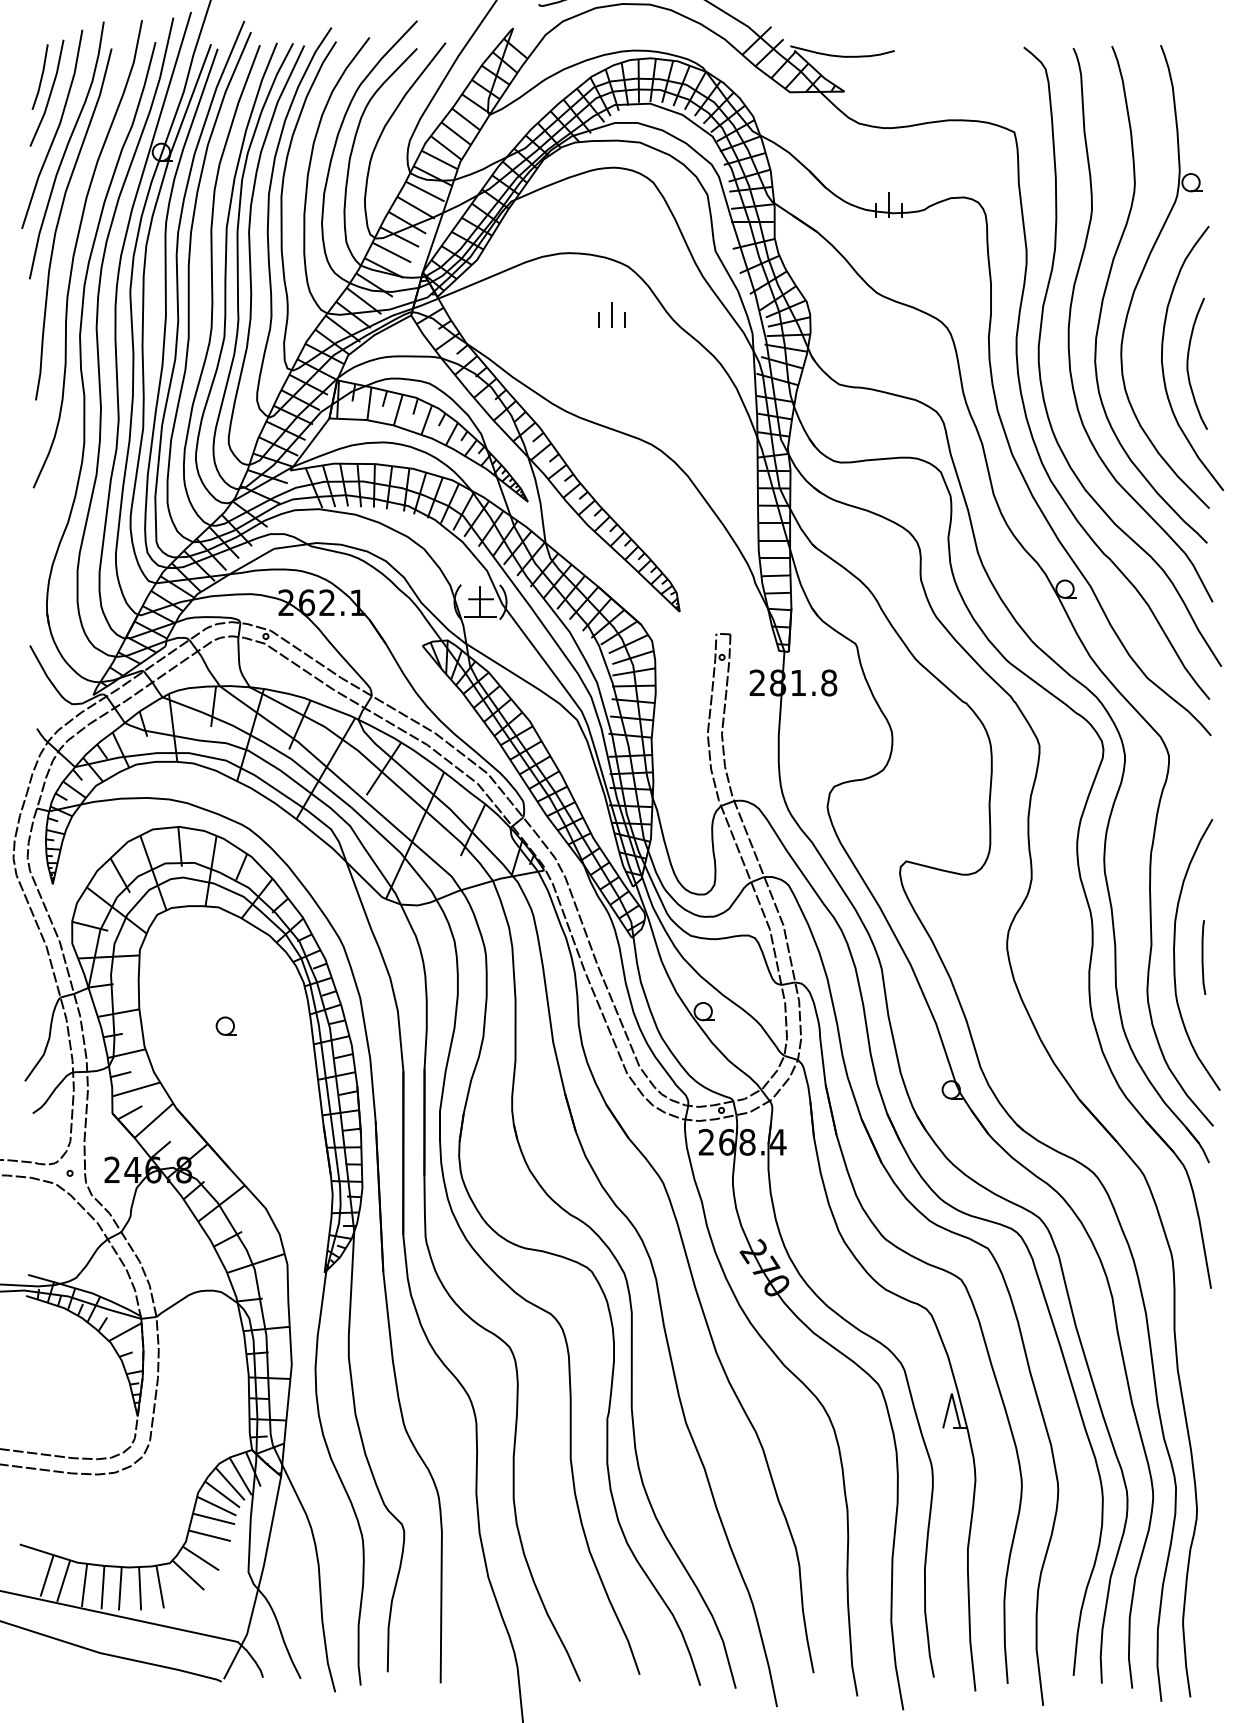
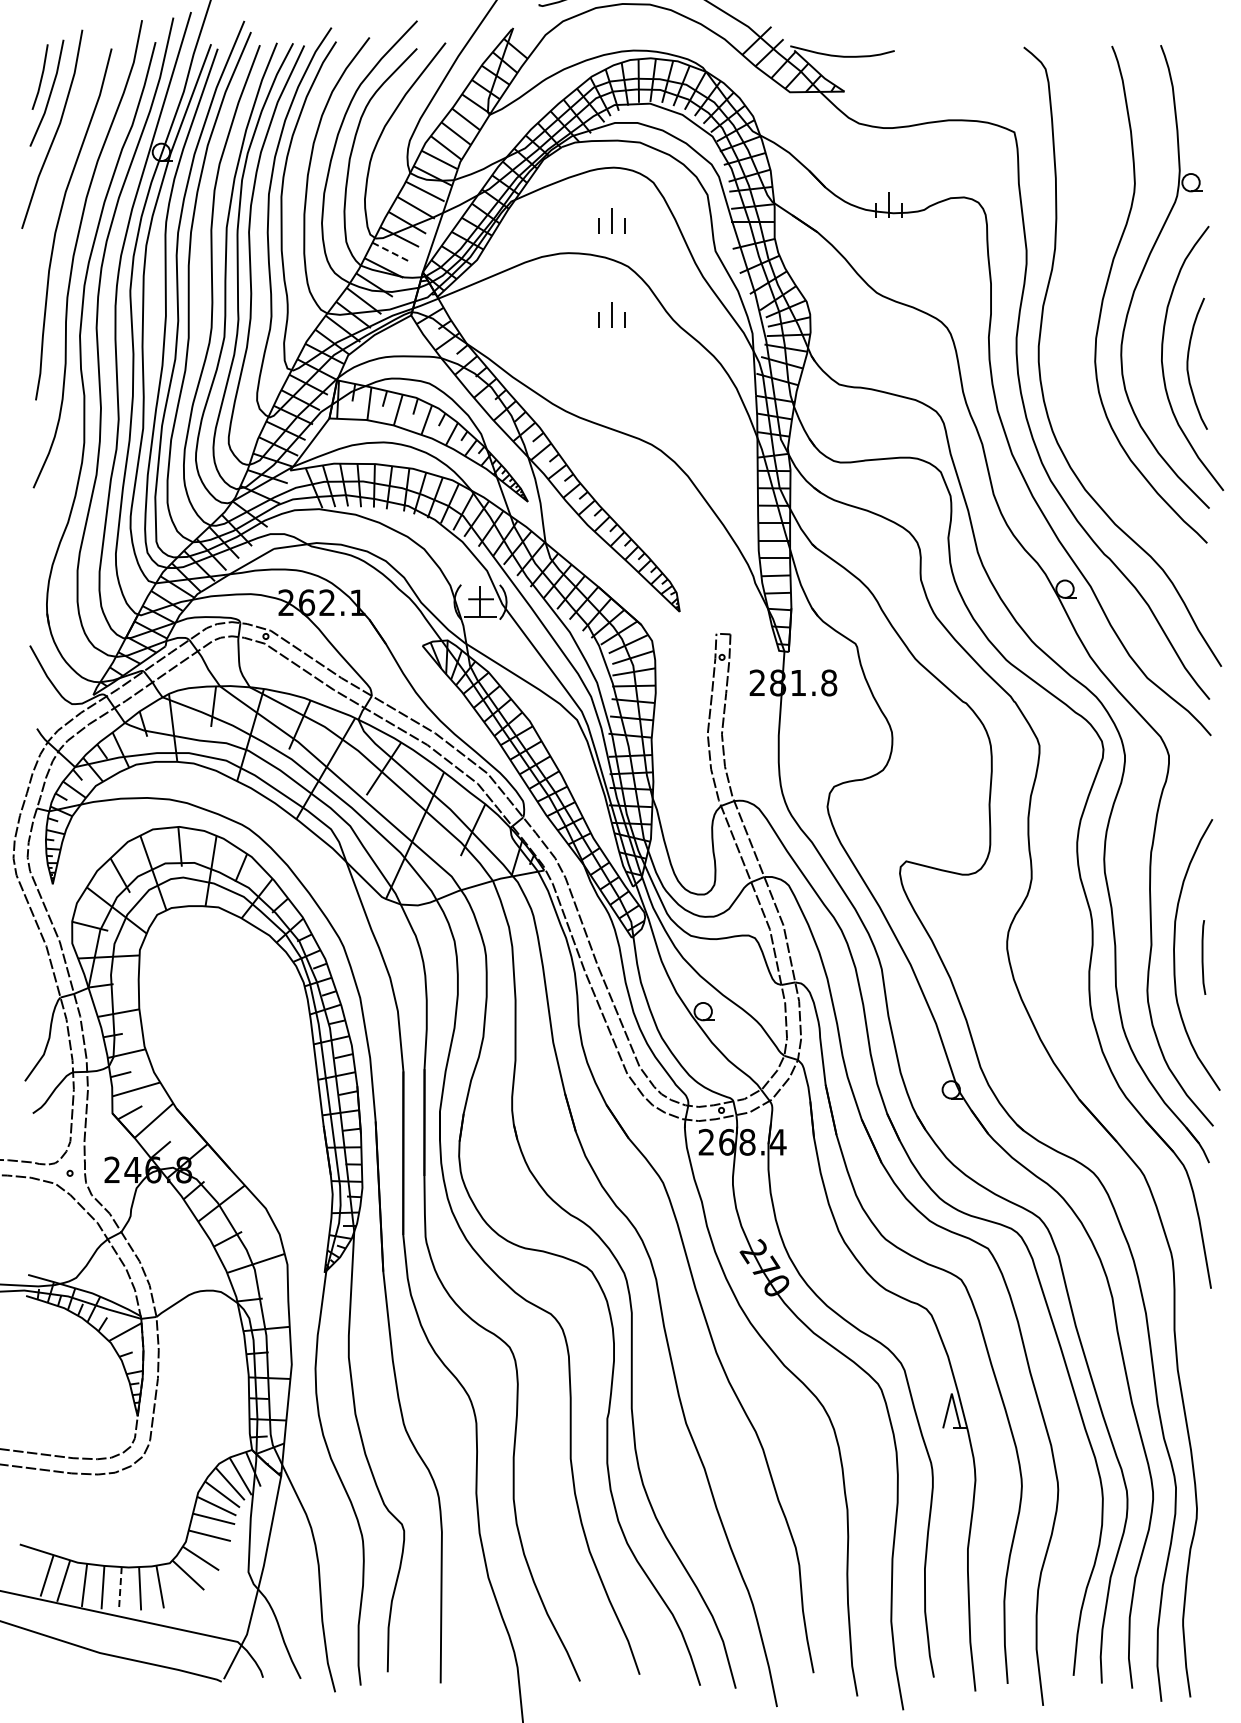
curve at (66, 150): present -> none
part at (611, 220): none -> present
line at (391, 252): solid -> dashed
curve at (1070, 323): present -> none
part at (225, 1025): present -> none
line at (120, 1588): solid -> dashed
